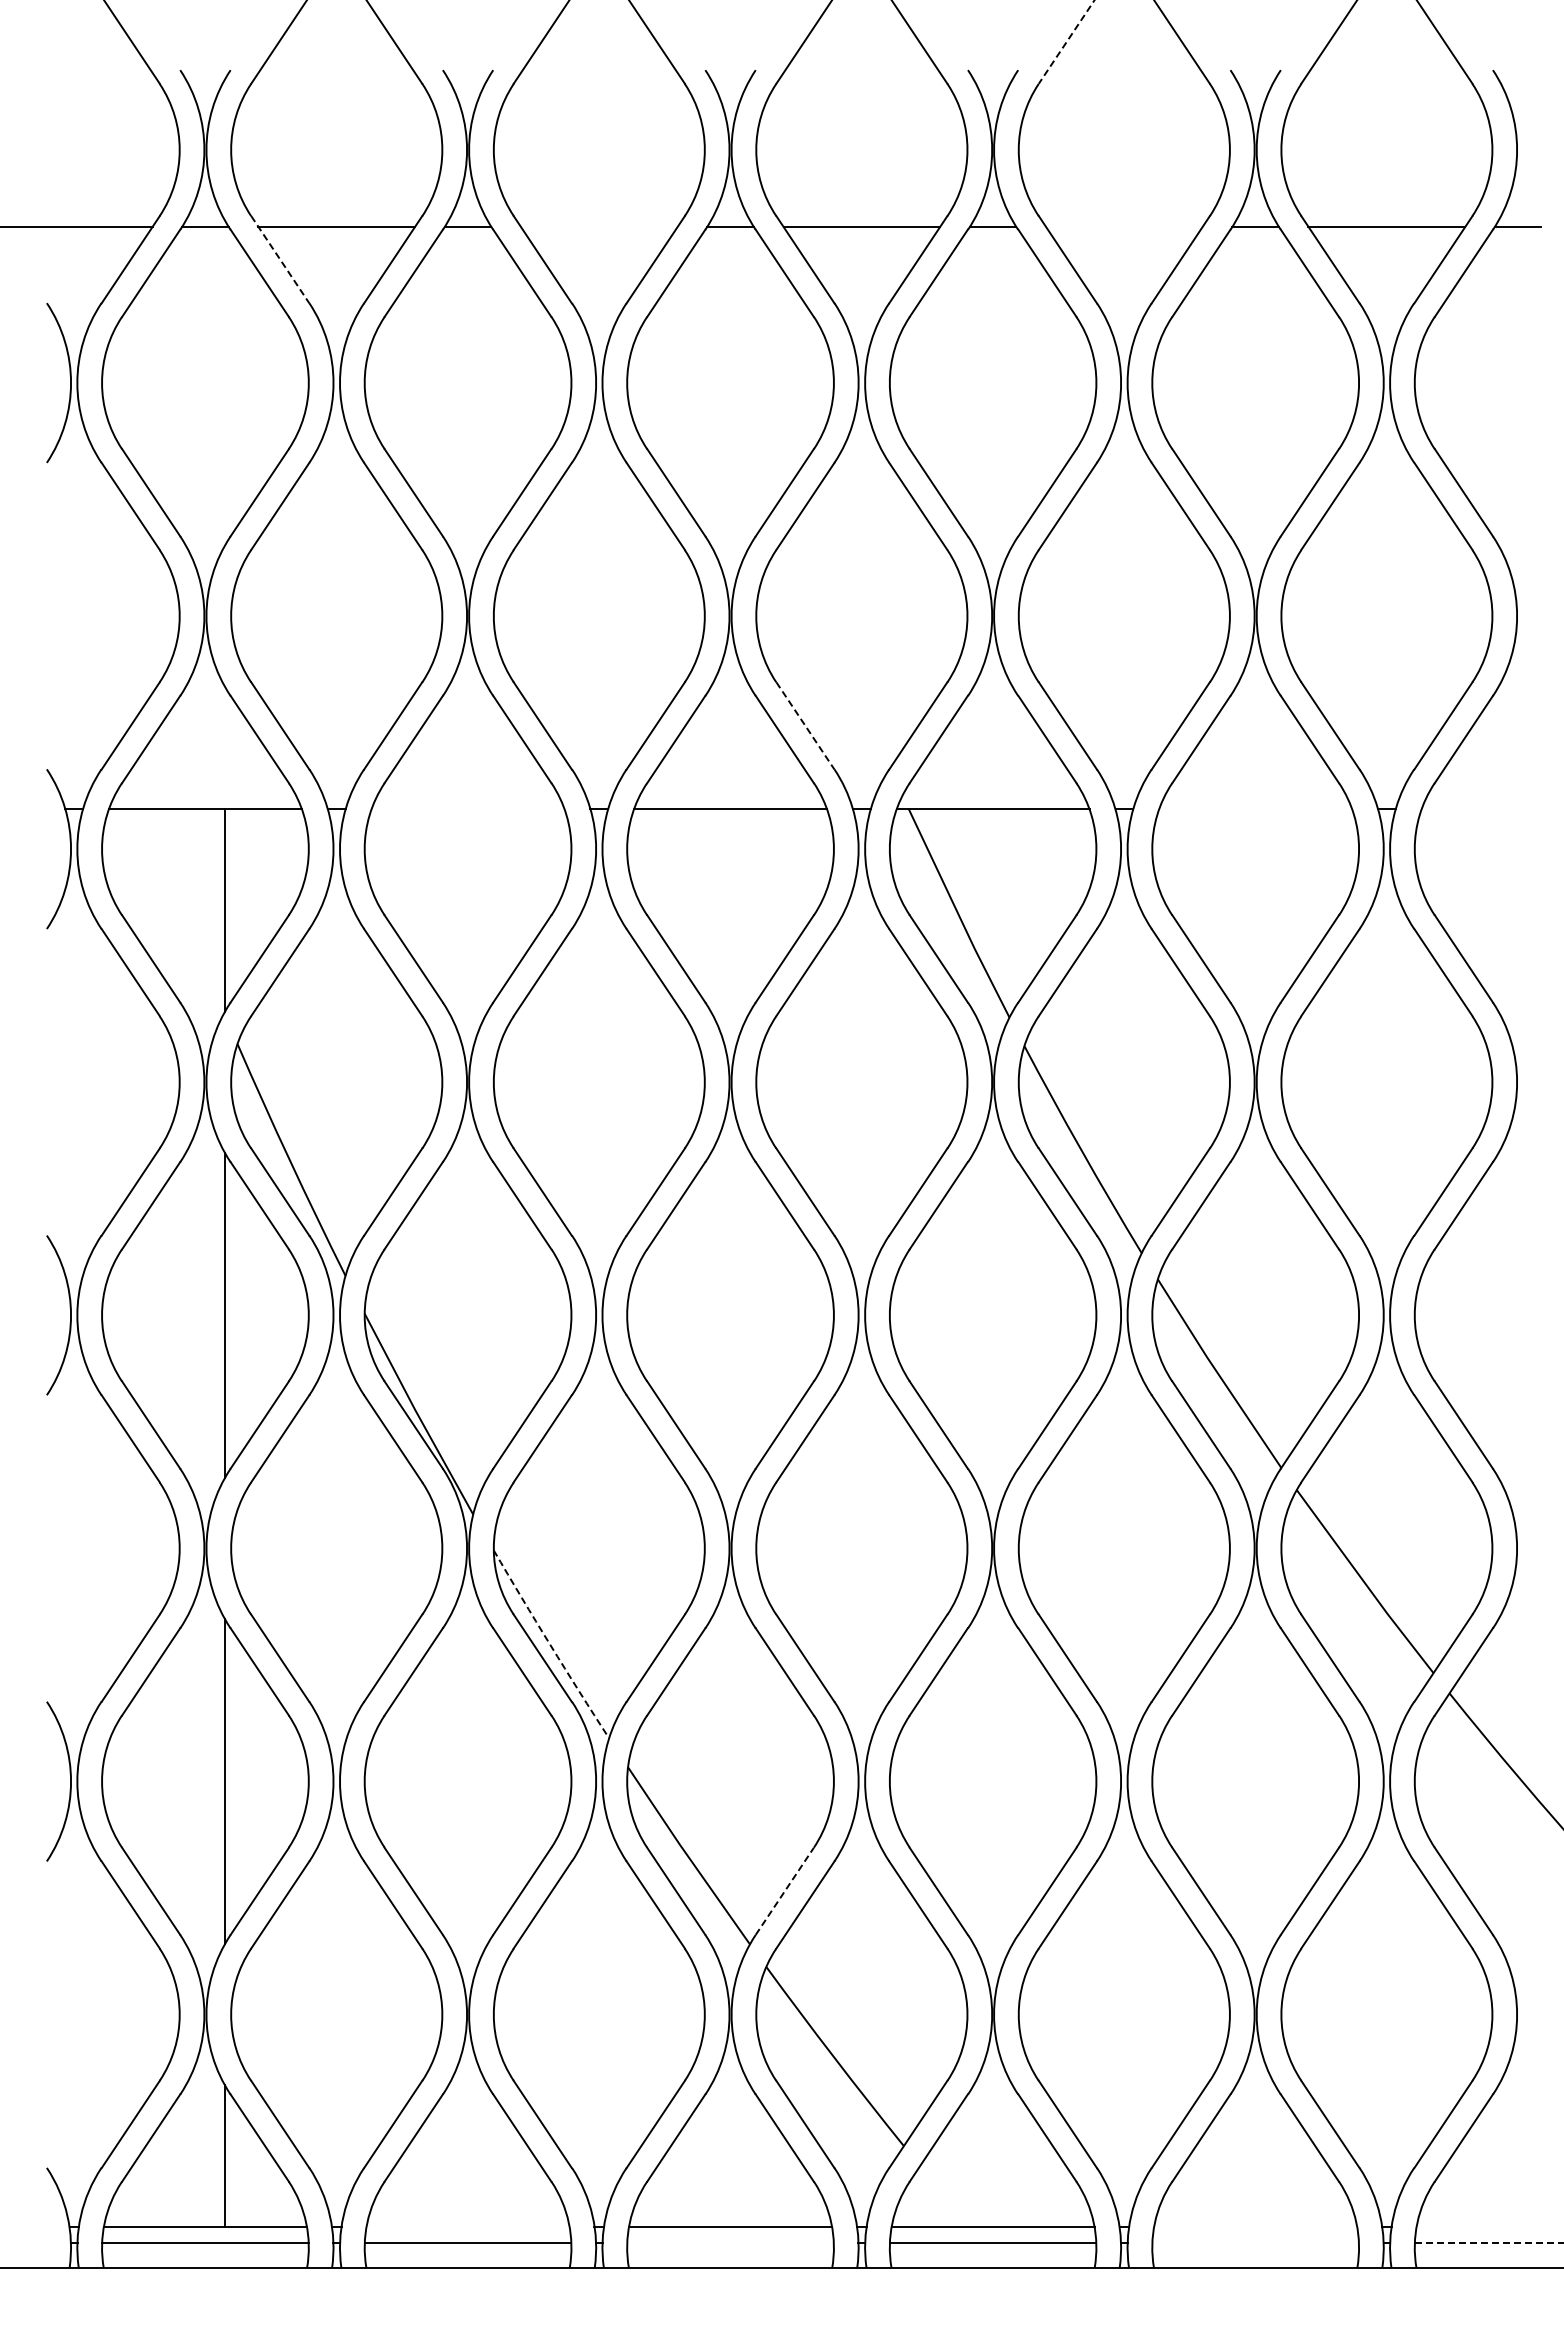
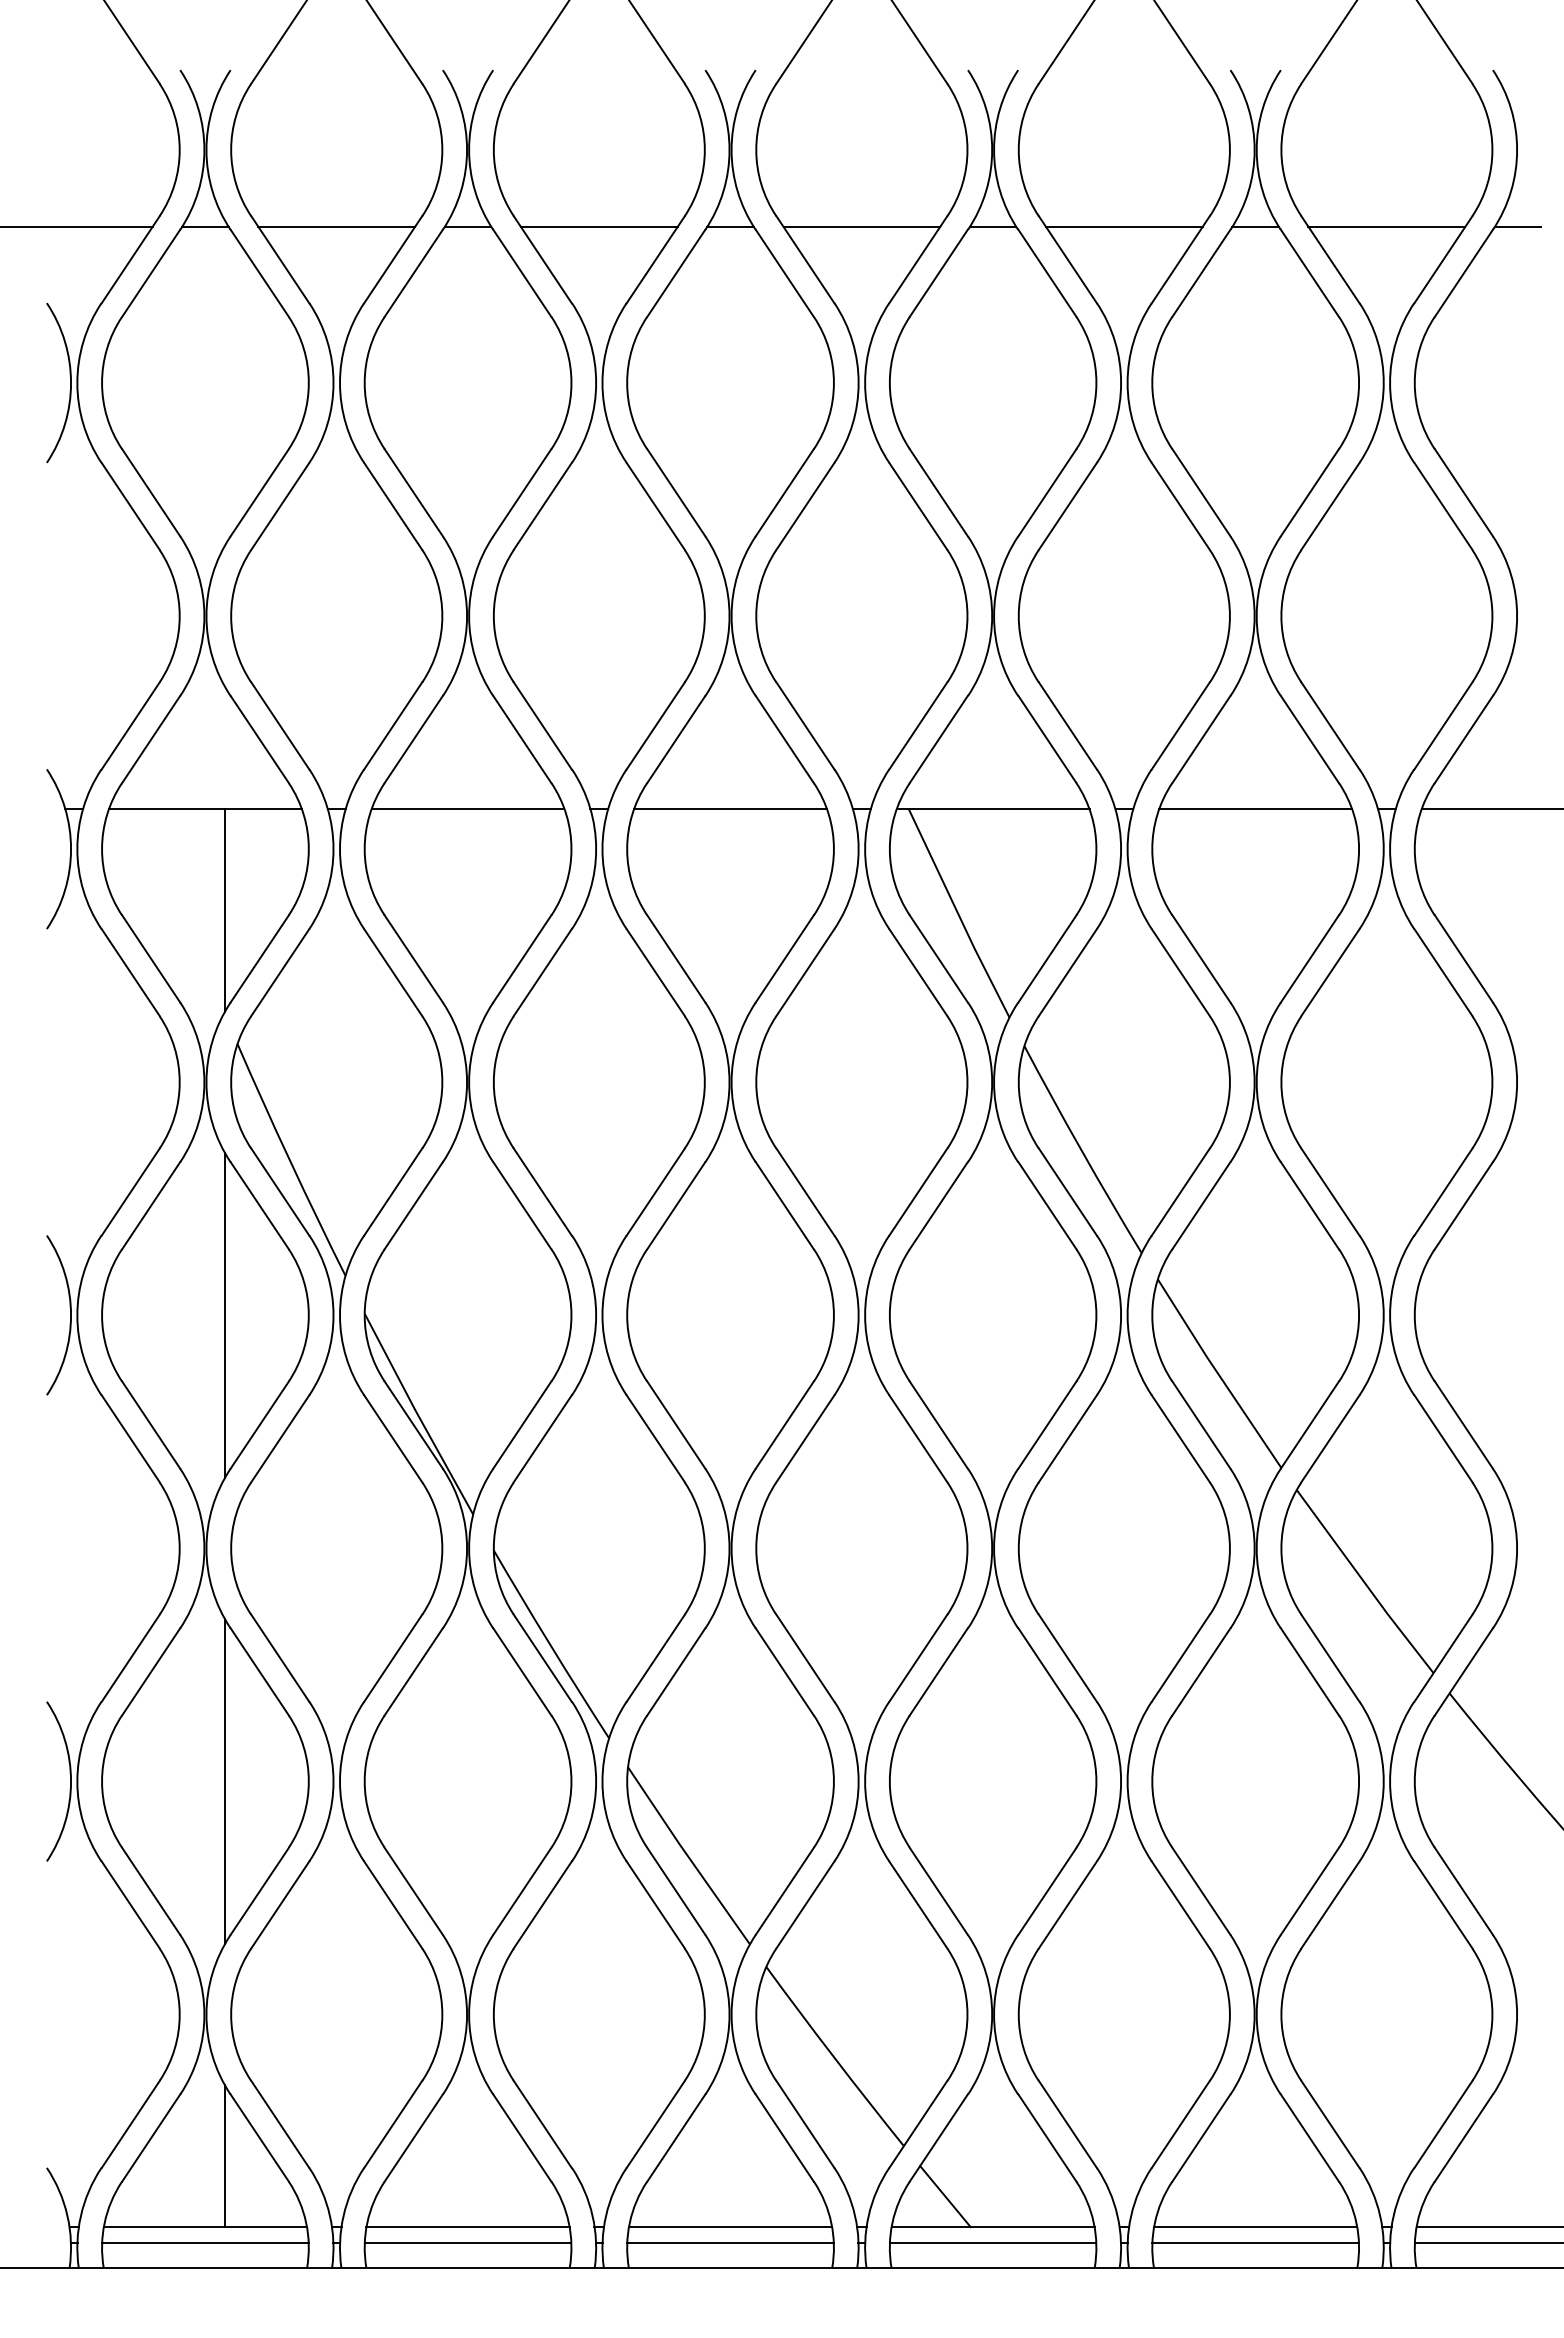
line at (1066, 42): dashed -> solid
line at (598, 226): none -> present
line at (1124, 226): none -> present
line at (280, 260): dashed -> solid
line at (805, 726): dashed -> solid
line at (467, 809): none -> present
line at (1255, 809): none -> present
line at (1490, 809): none -> present
arc at (550, 1645): dashed -> solid
line at (785, 1890): dashed -> solid
line at (945, 2196): none -> present
line at (467, 2227): none -> present
line at (1255, 2227): none -> present
line at (1488, 2227): none -> present
line at (730, 2242): none -> present
line at (1255, 2242): none -> present
line at (1489, 2242): dashed -> solid
